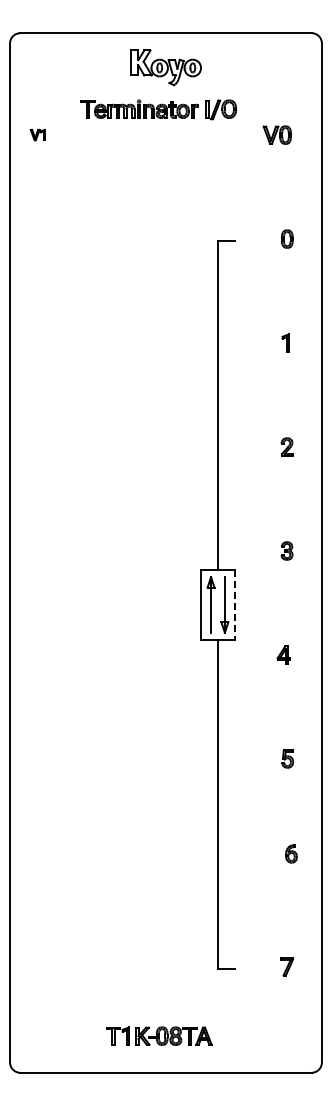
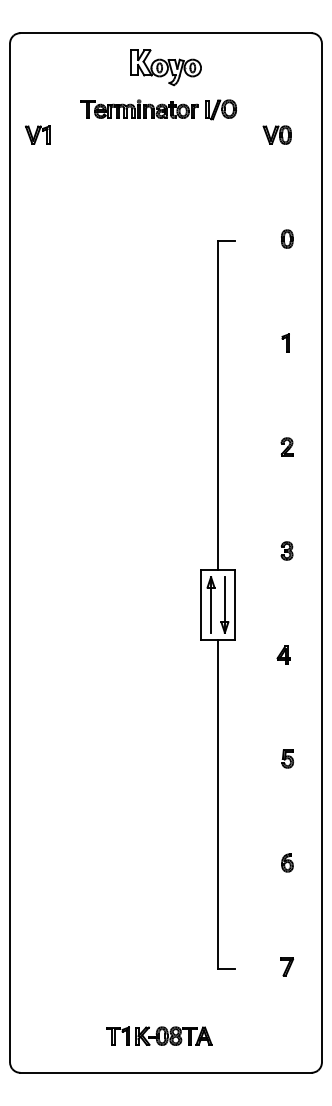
part at (37, 134) size: 17x14 px -> 26x20 px
line at (235, 604): dashed -> solid
part at (291, 853) position: (291, 853) -> (287, 862)
